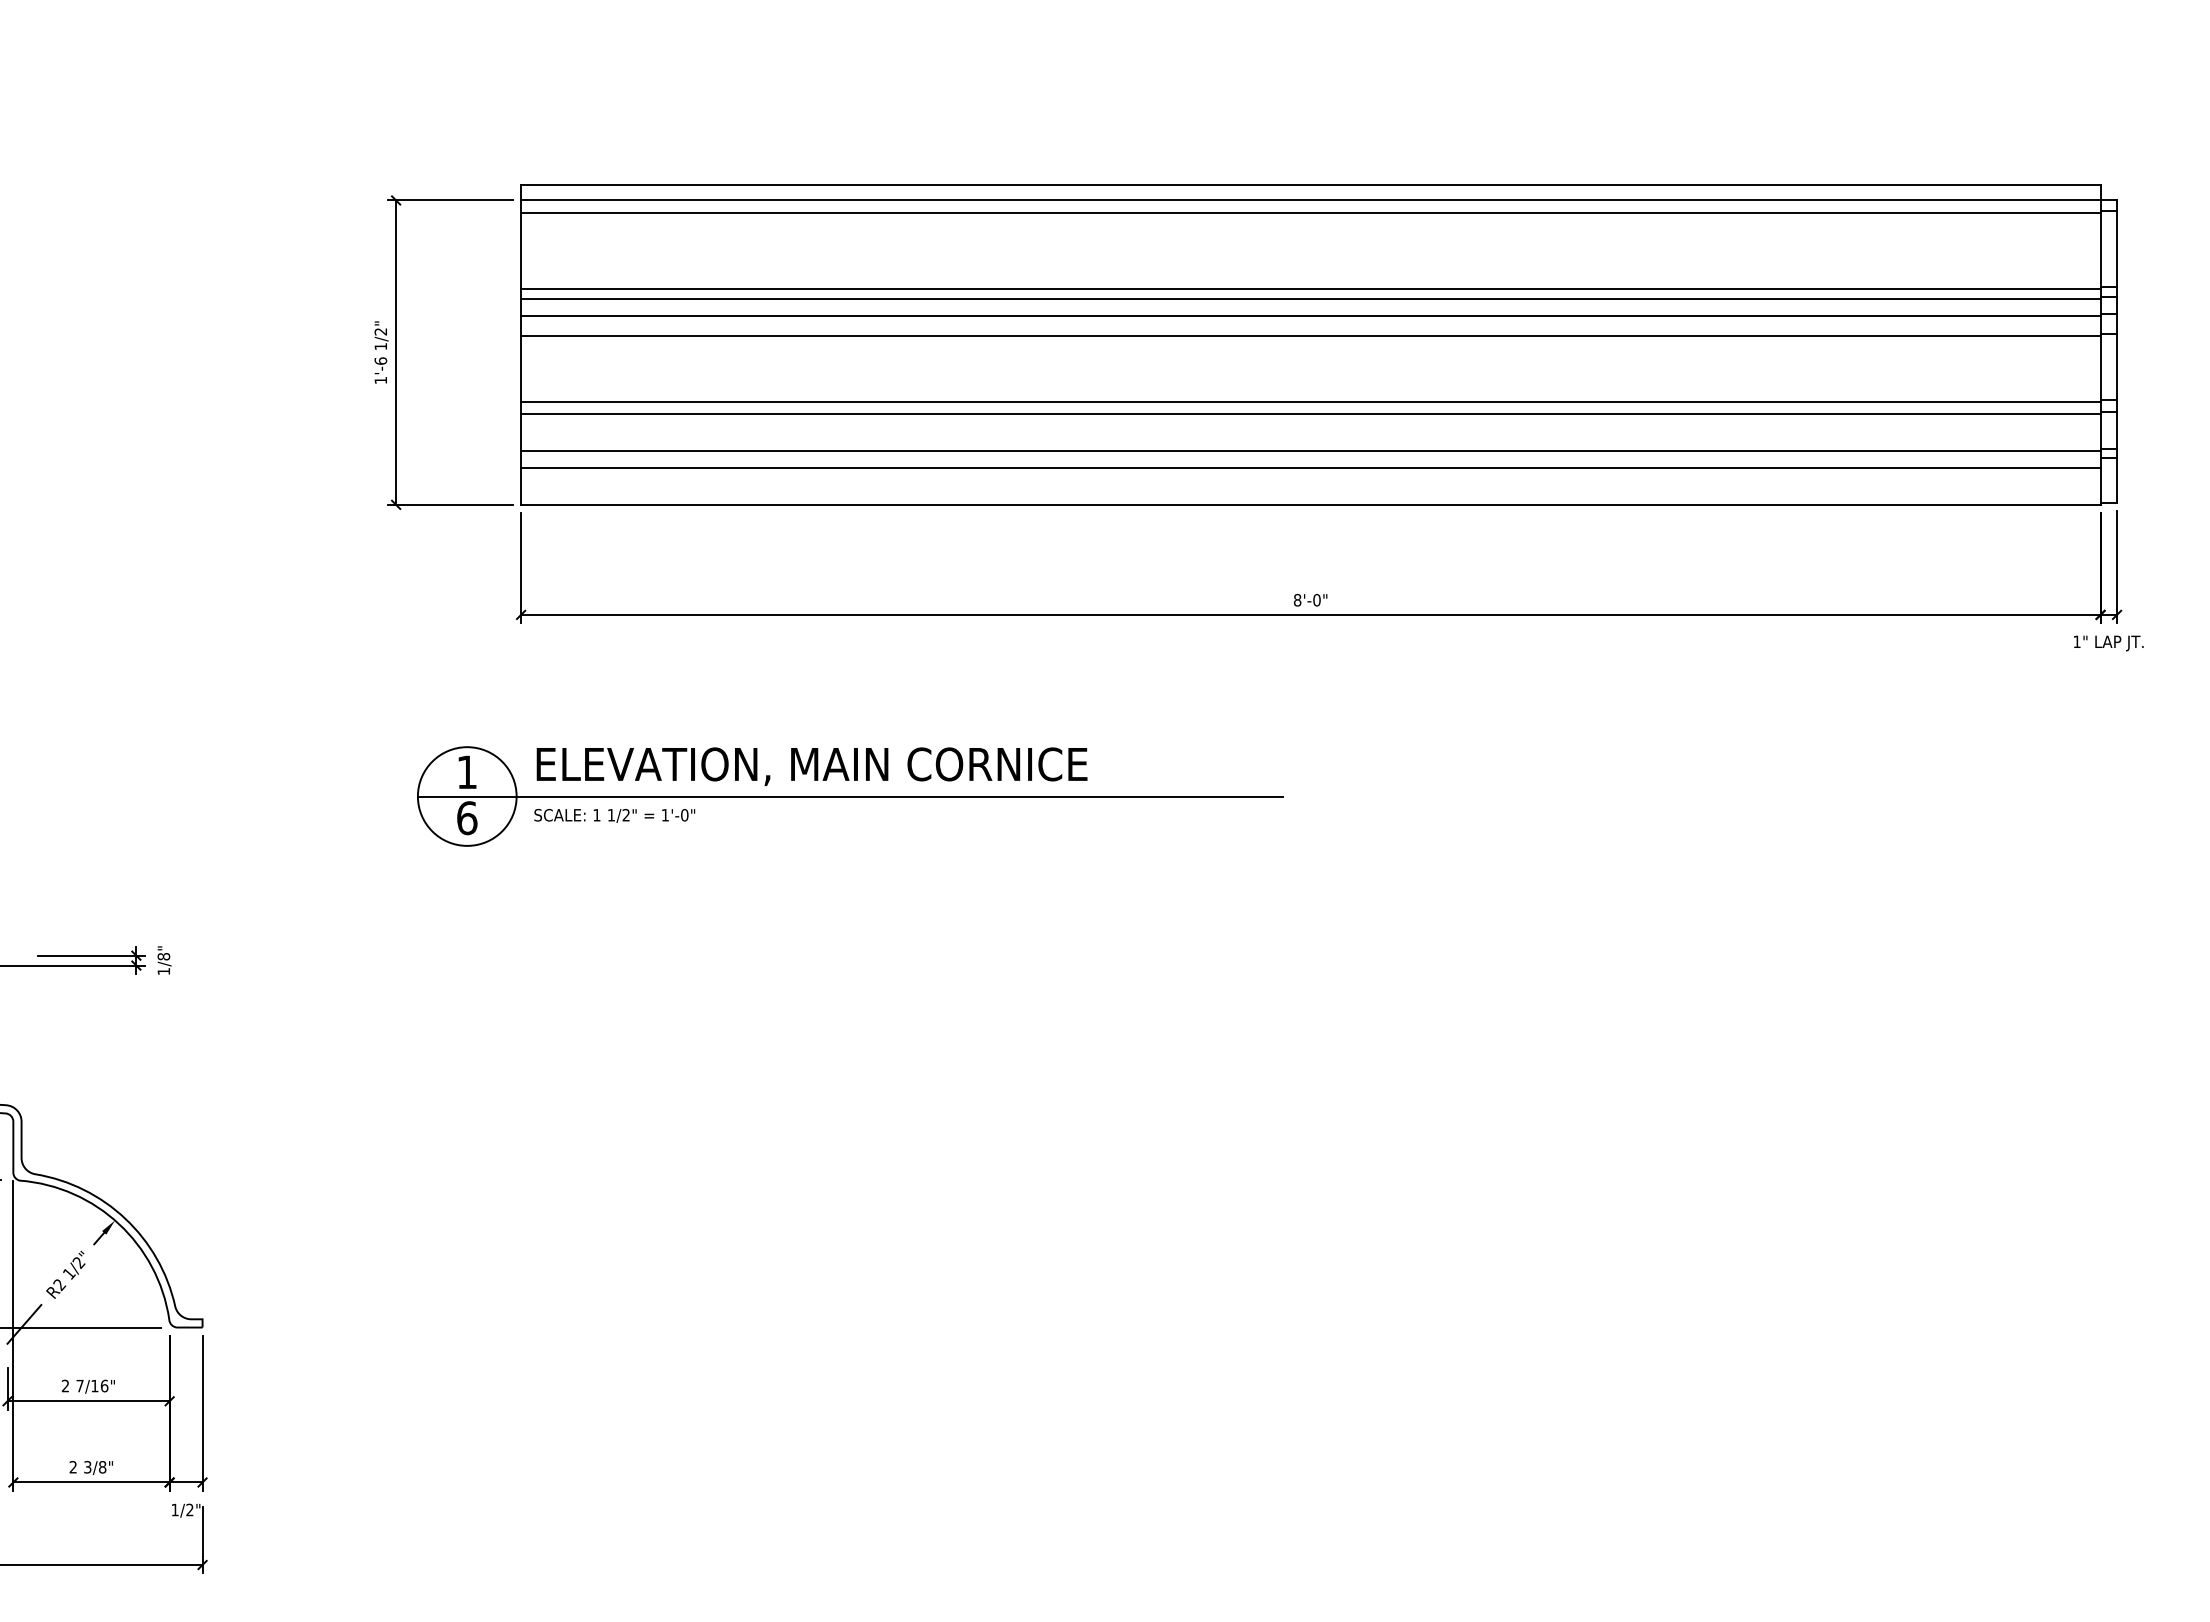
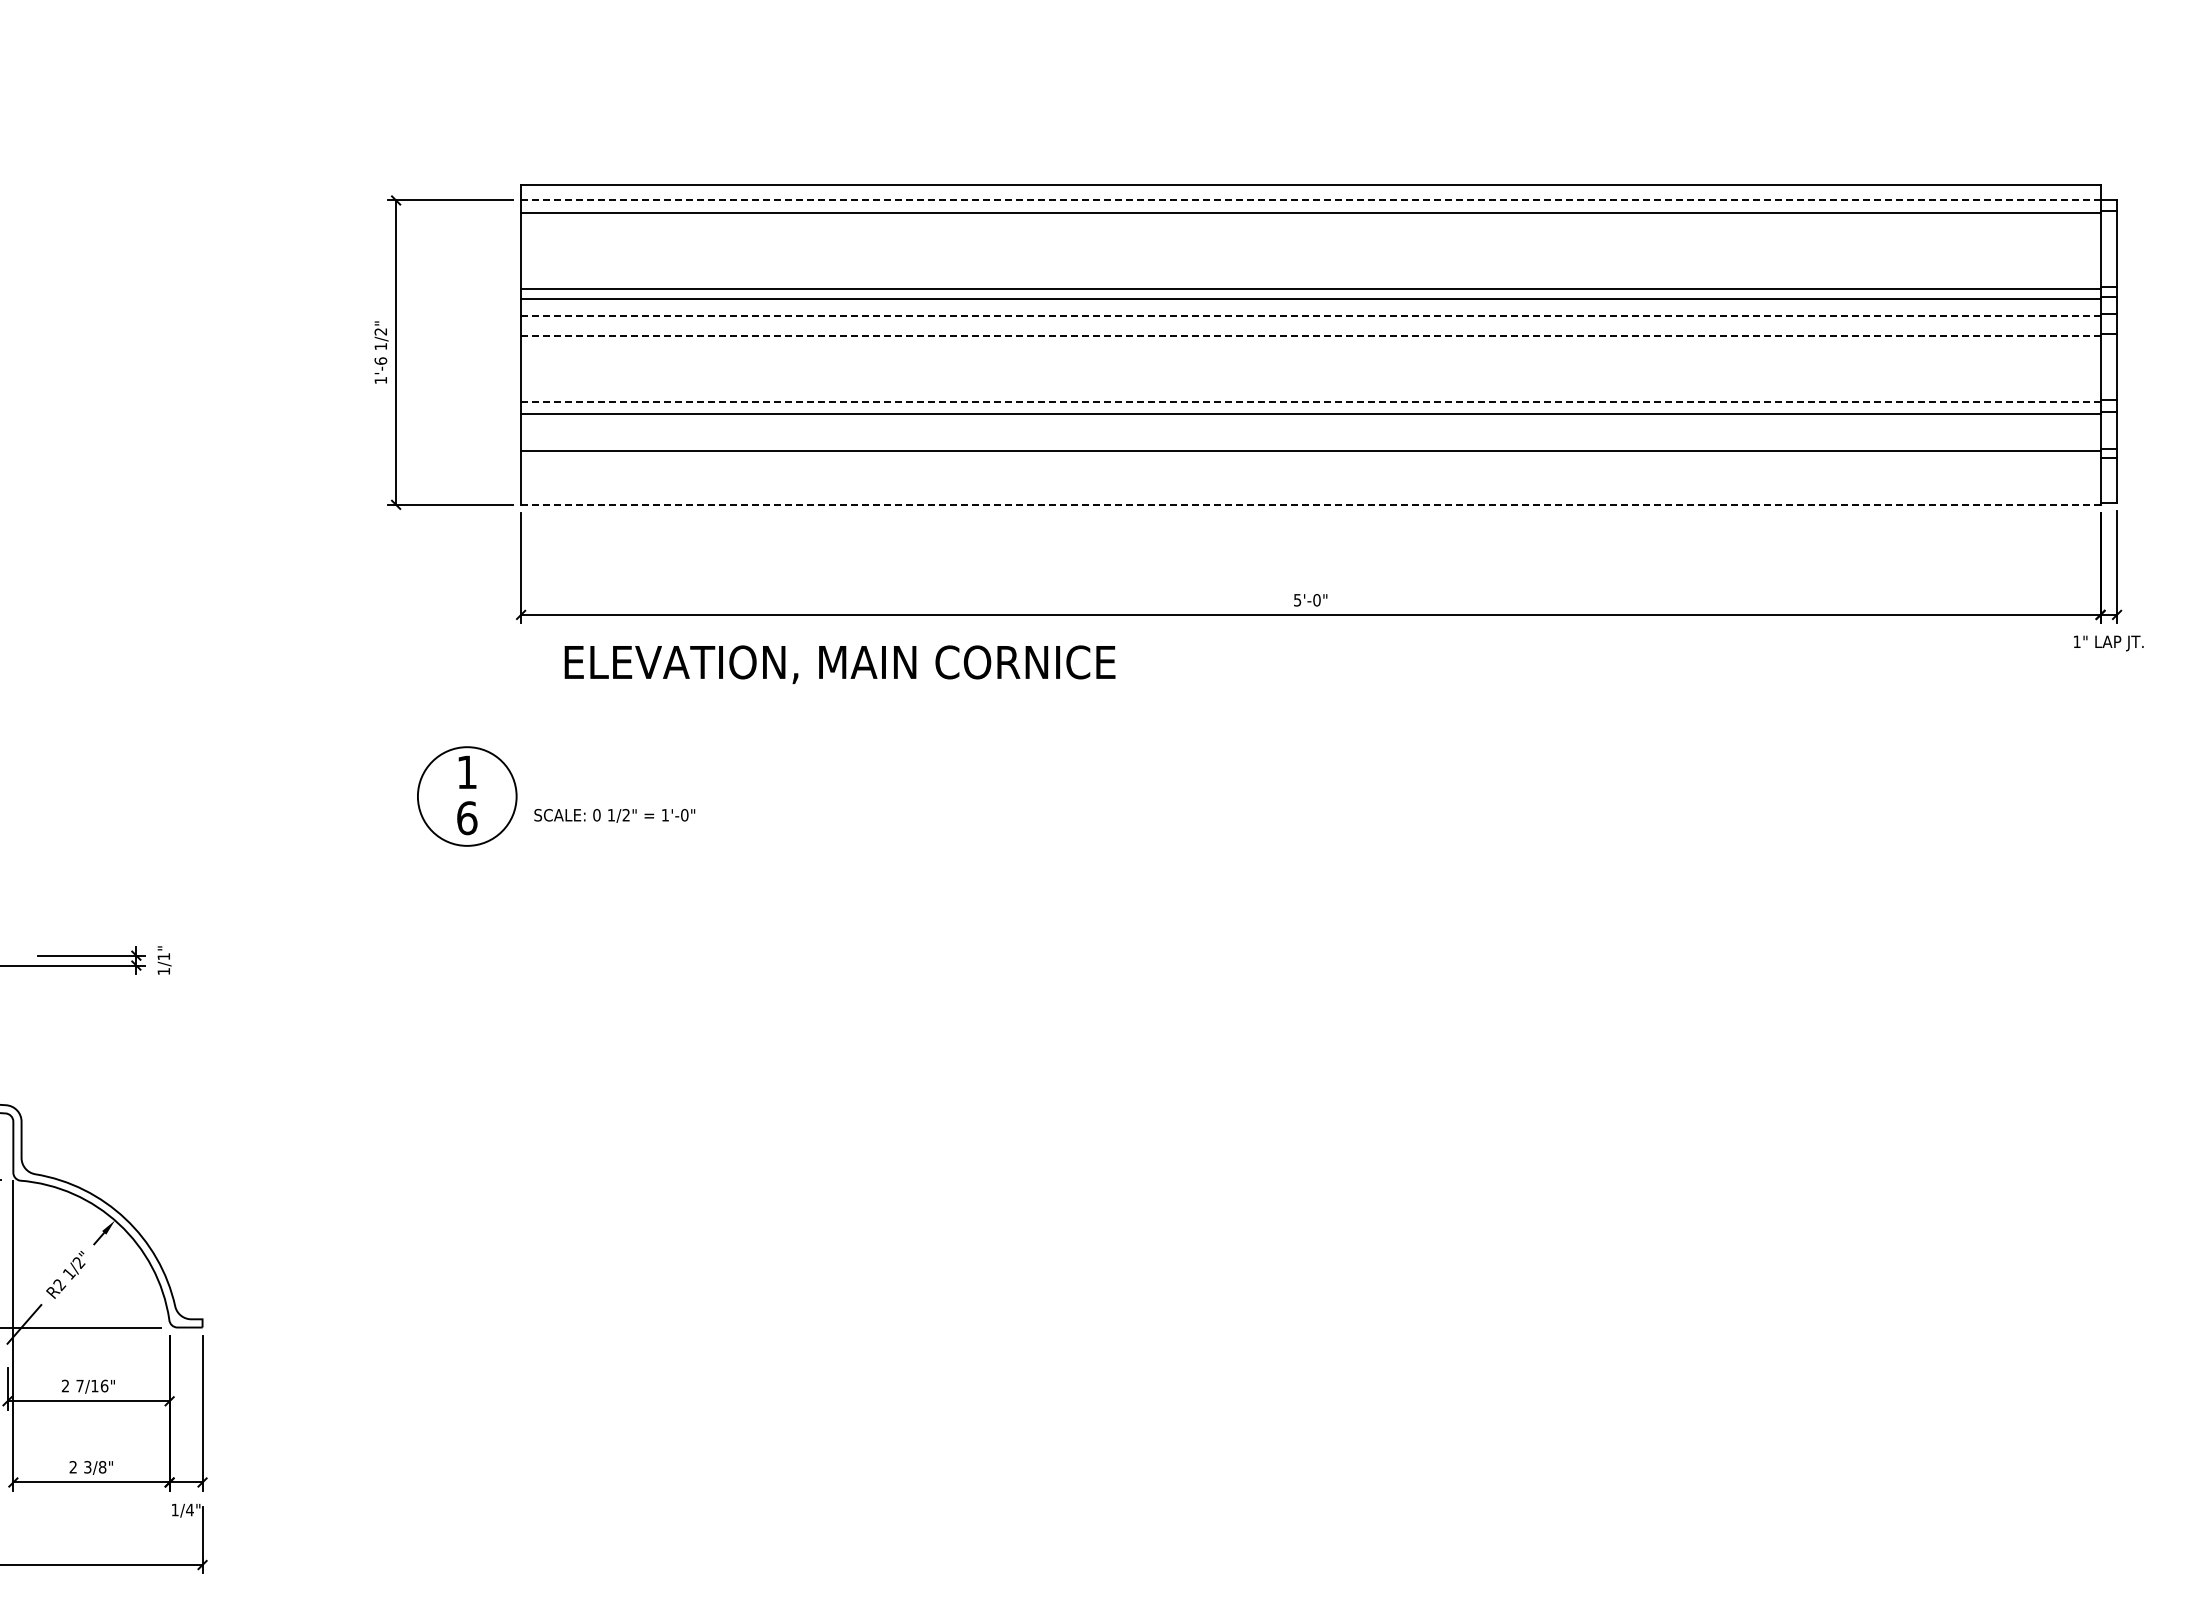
line at (1310, 200): solid -> dashed
line at (1310, 315): solid -> dashed
line at (1310, 336): solid -> dashed
line at (1310, 402): solid -> dashed
line at (1310, 467): present -> none
line at (1310, 504): solid -> dashed
text at (1297, 599): 8'-0" -> 5'-0"
text at (811, 766) position: (811, 766) -> (839, 664)
line at (849, 796): present -> none
text at (596, 815): 1 -> 0
text at (163, 956): 1/8" -> 1/1"
text at (189, 1509): 1/2" -> 1/4"
